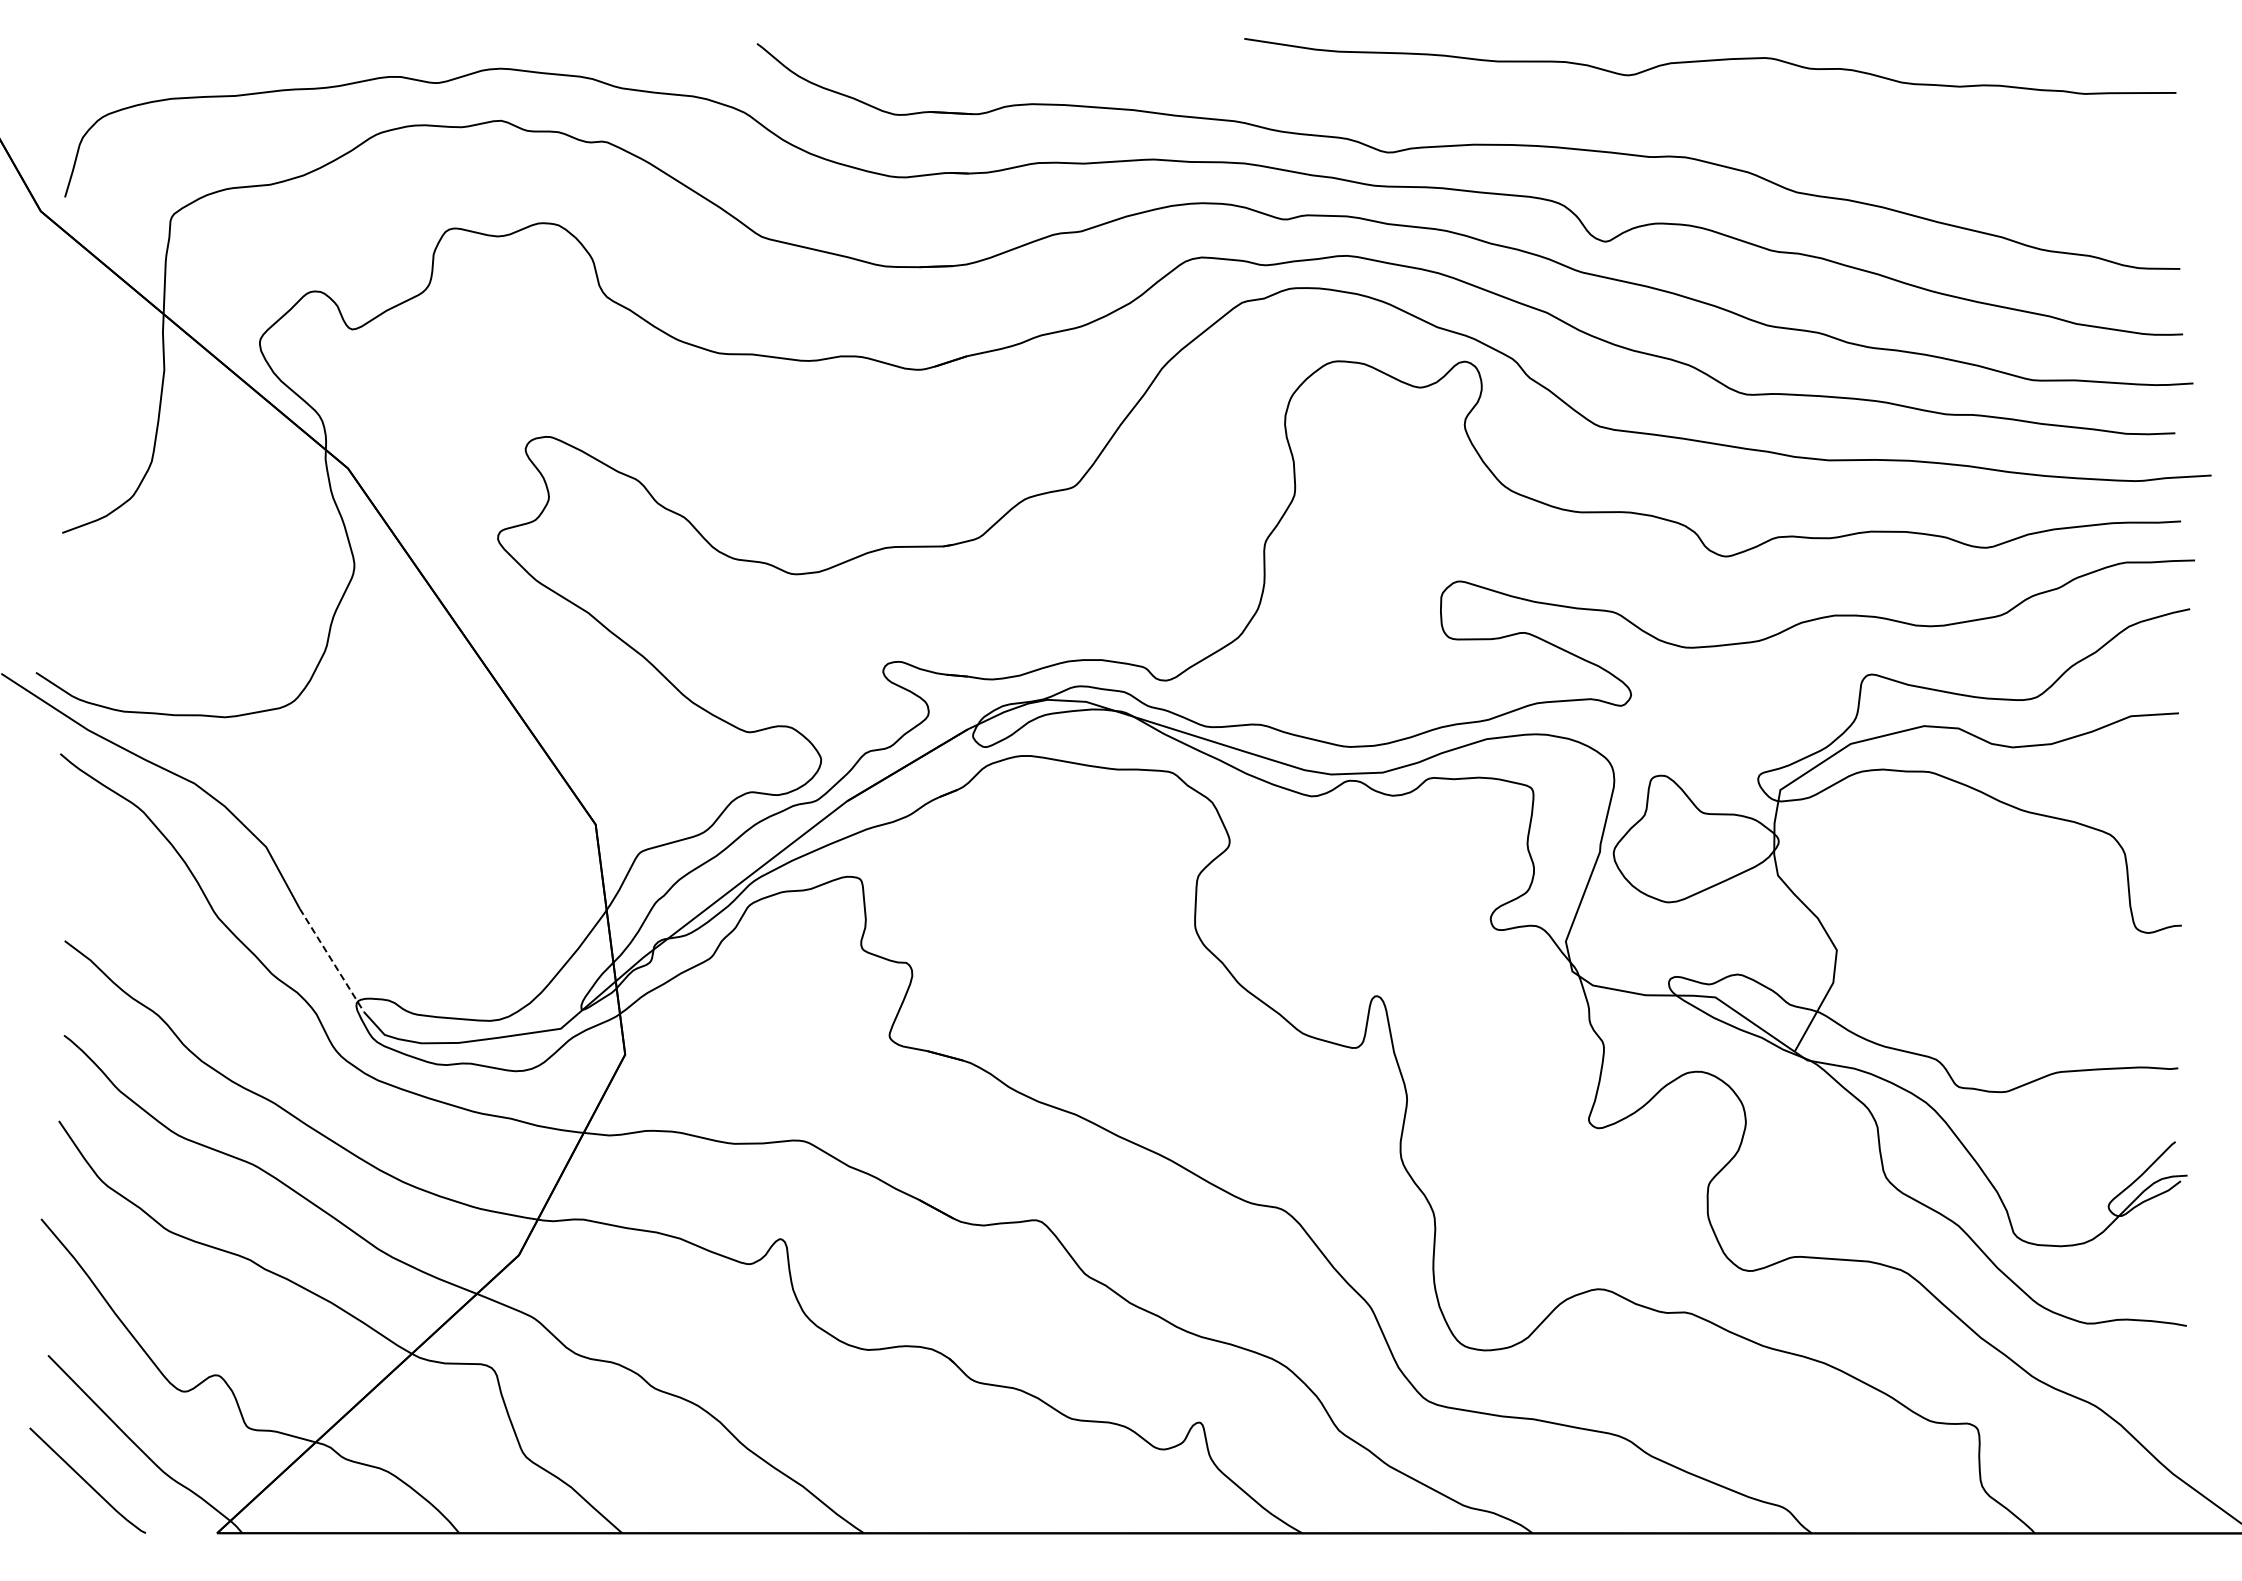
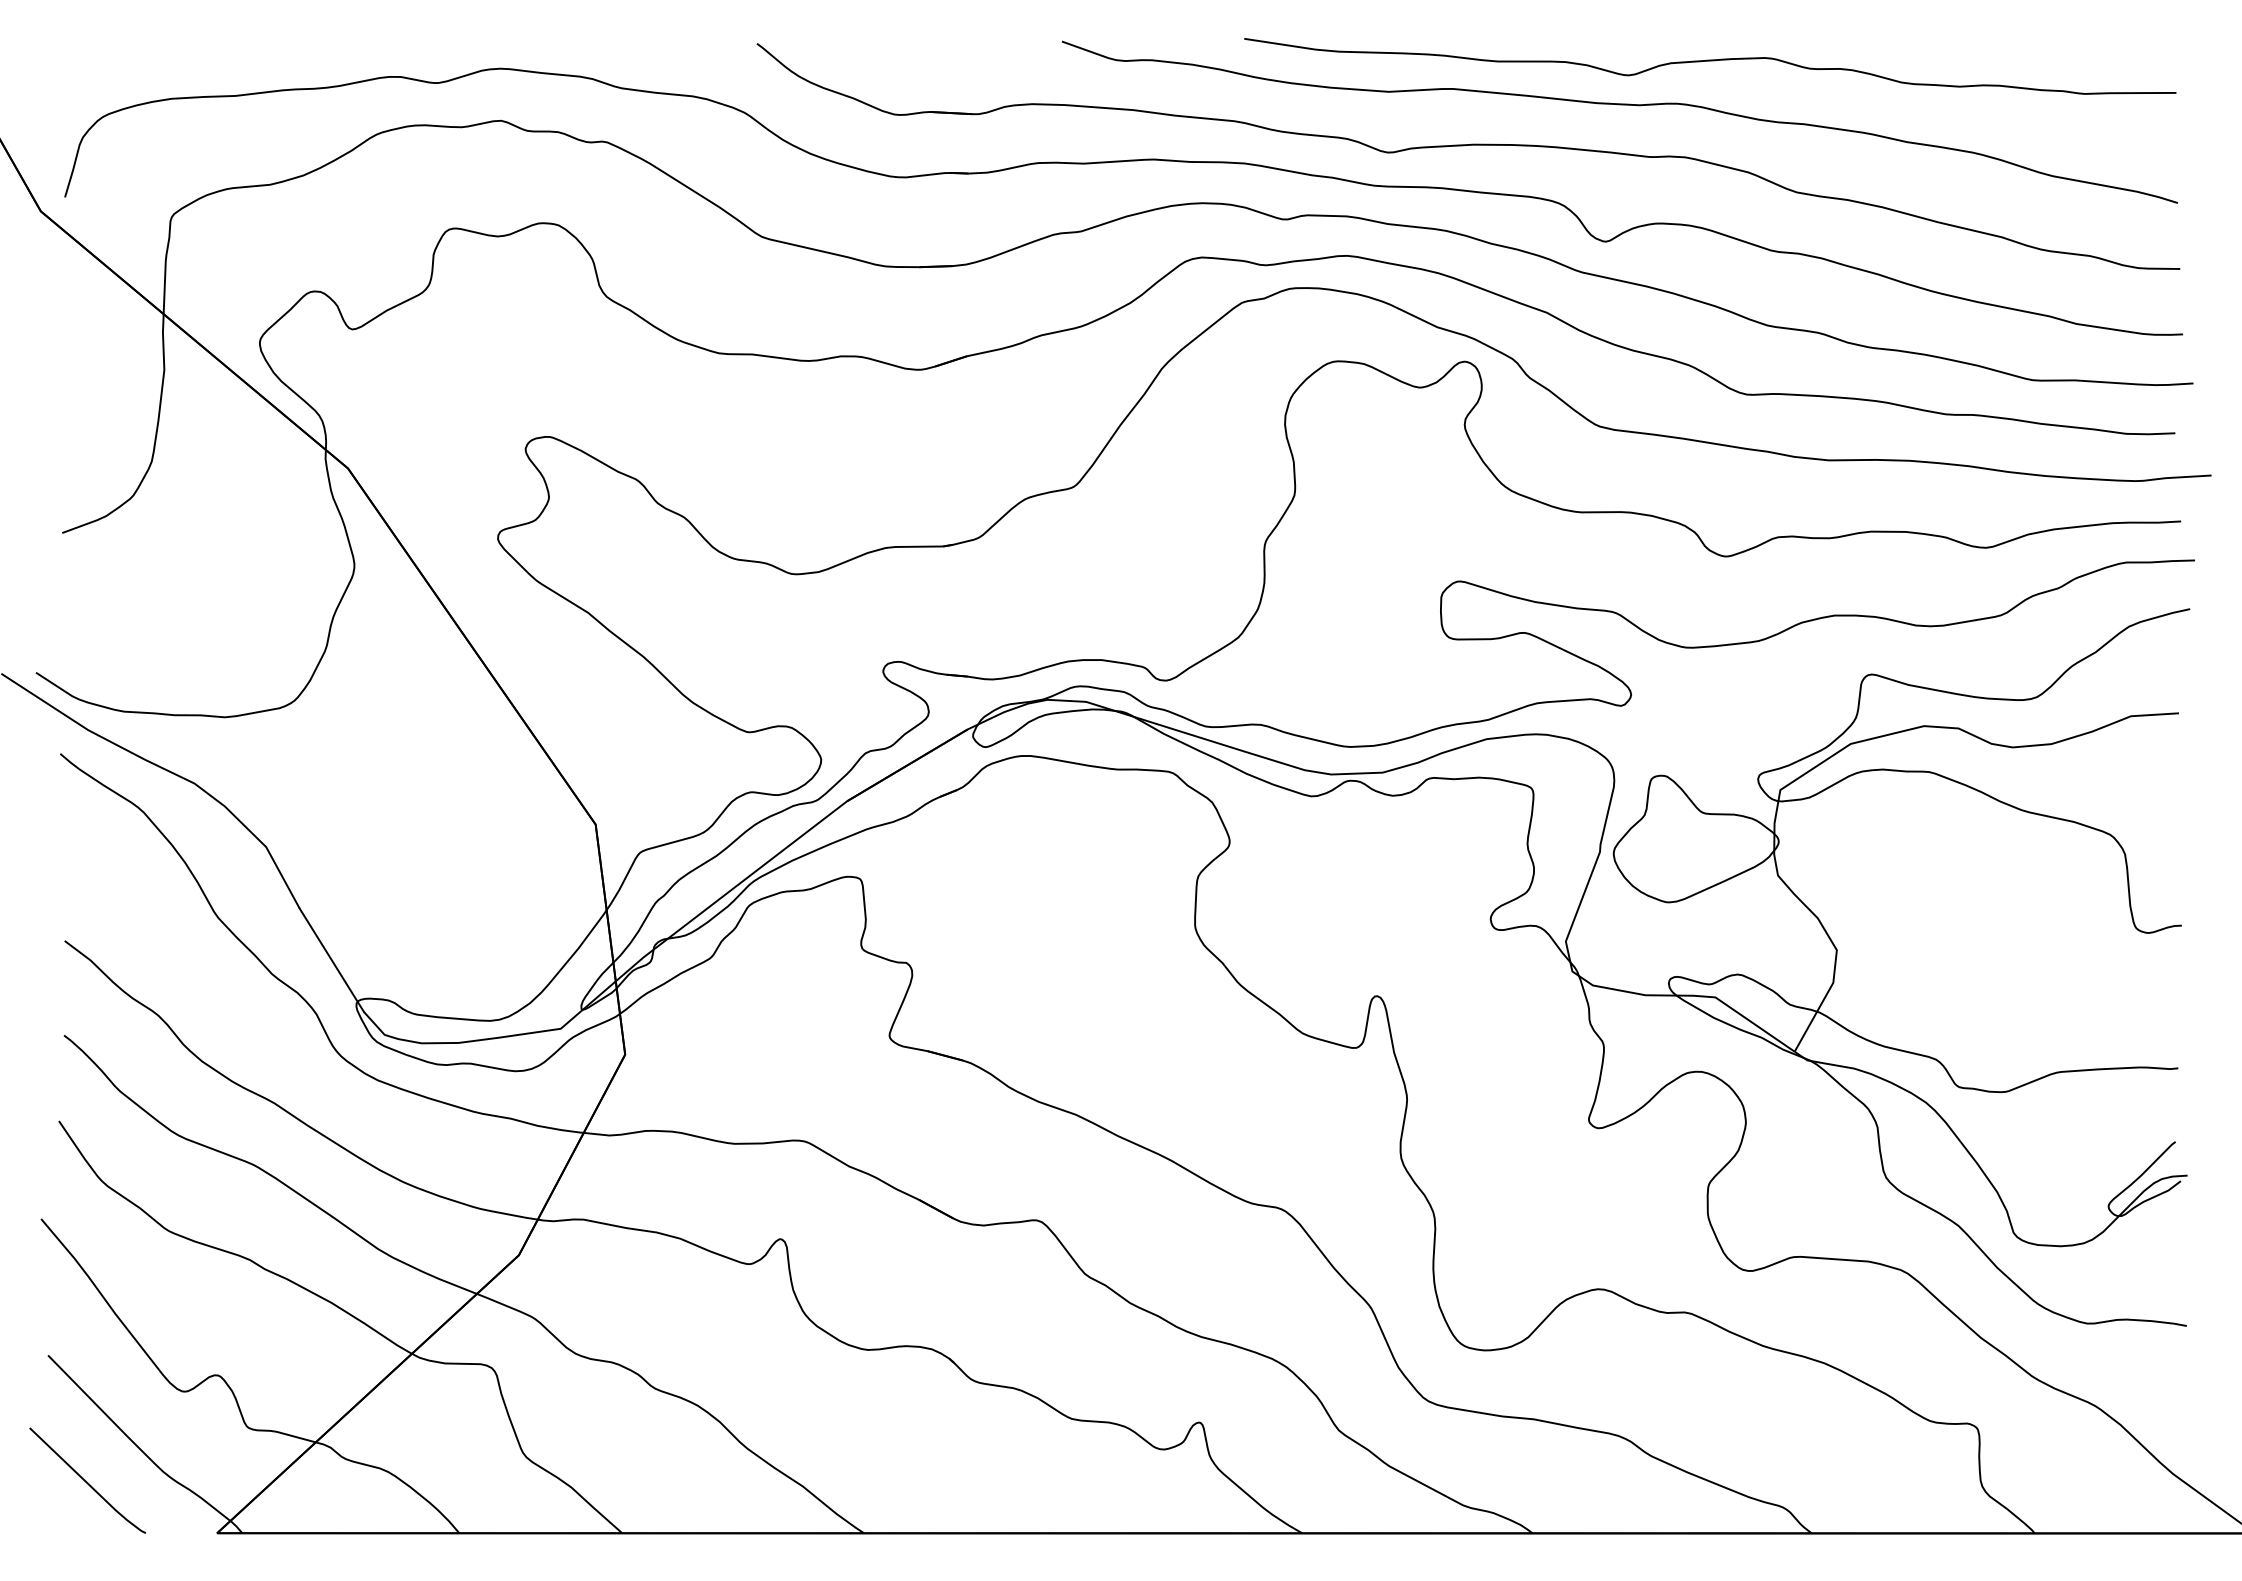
curve at (1619, 105): none -> present
line at (331, 960): dashed -> solid
